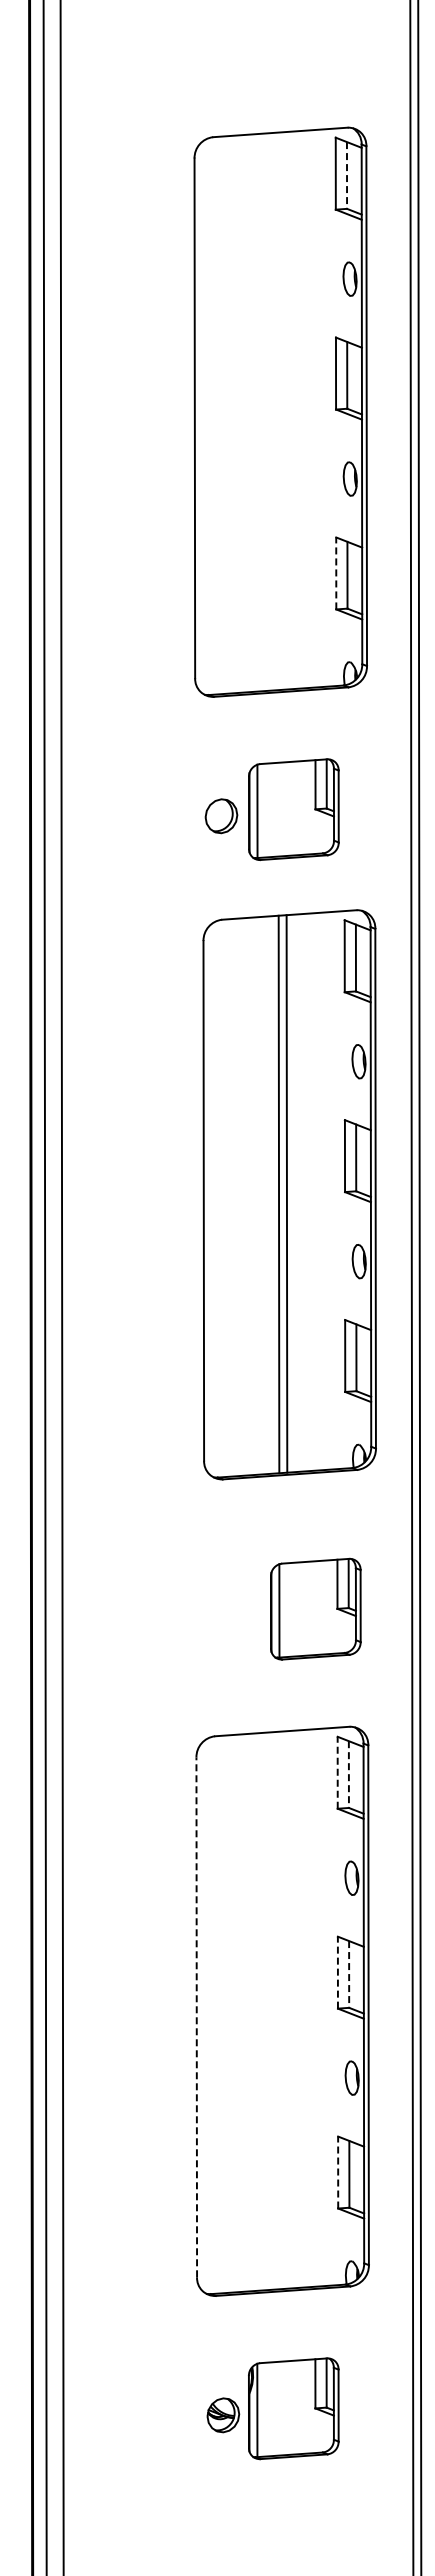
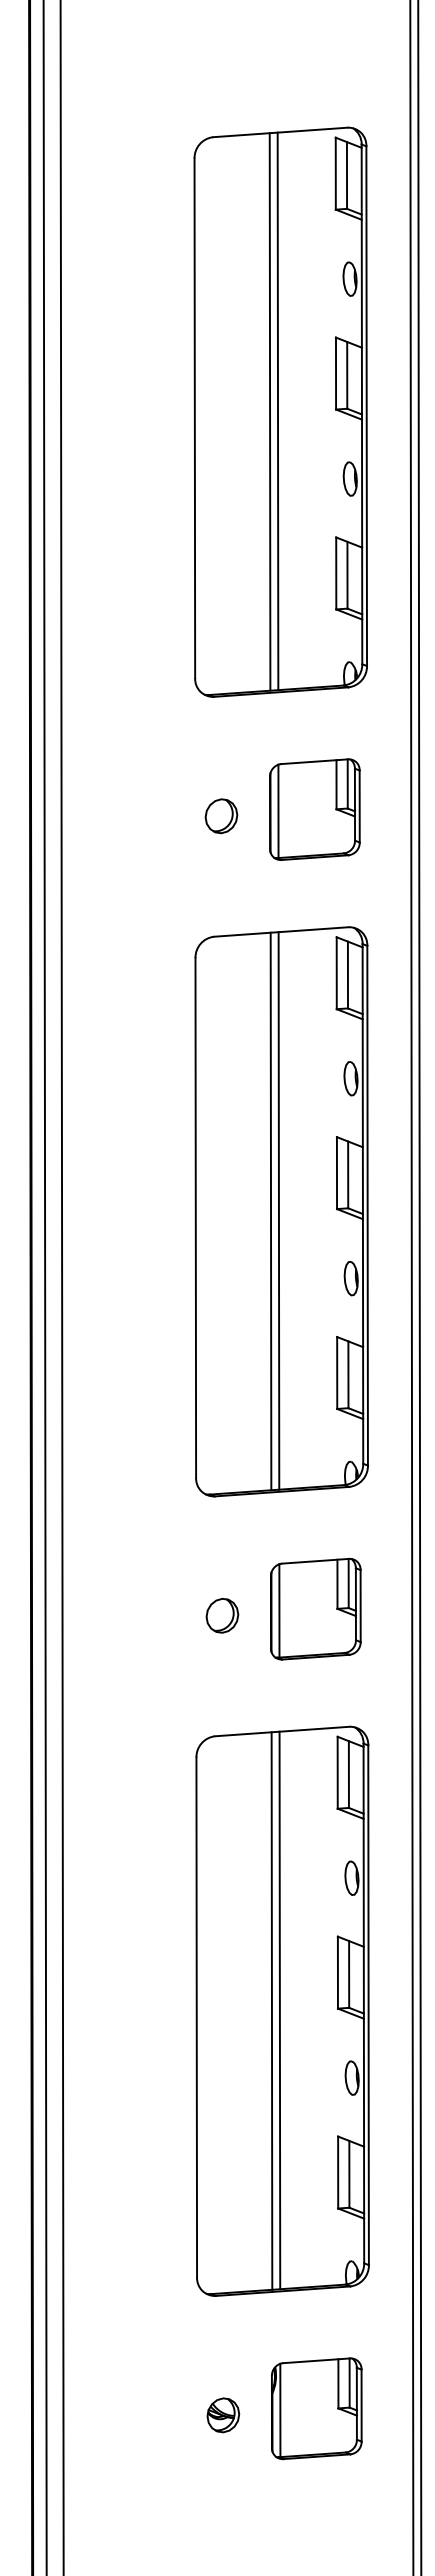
line at (347, 175): dashed -> solid
line at (269, 411): none -> present
line at (277, 411): none -> present
line at (336, 573): dashed -> solid
part at (293, 809) position: (293, 809) -> (314, 809)
part at (289, 1194) position: (289, 1194) -> (281, 1211)
part at (222, 1615): none -> present
line at (337, 1772): dashed -> solid
line at (348, 1775): dashed -> solid
line at (337, 1972): dashed -> solid
line at (349, 1974): dashed -> solid
line at (271, 2010): none -> present
line at (279, 2010): none -> present
line at (196, 2017): dashed -> solid
line at (338, 2172): dashed -> solid
part at (293, 2408) position: (293, 2408) -> (316, 2408)
